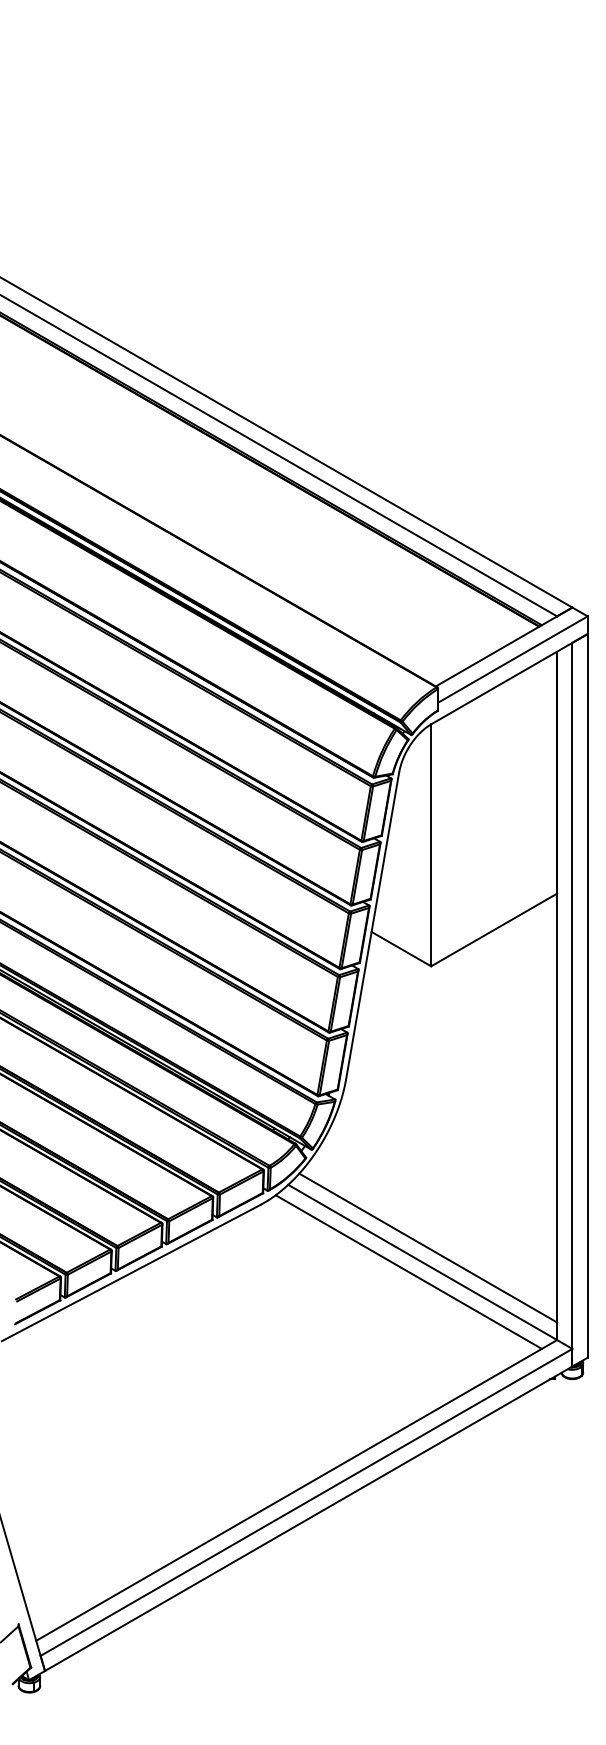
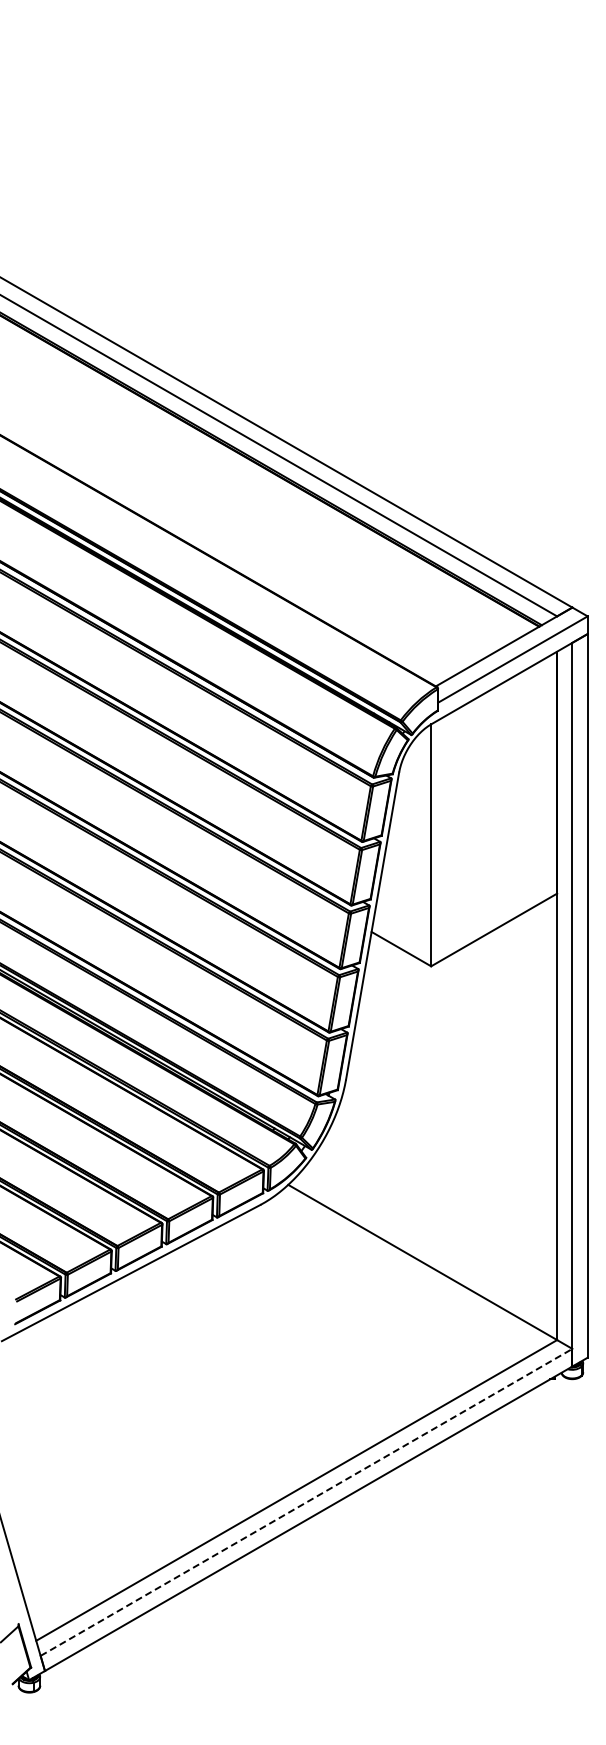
line at (428, 1247): present -> none
line at (408, 1271): present -> none
line at (306, 1502): solid -> dashed
